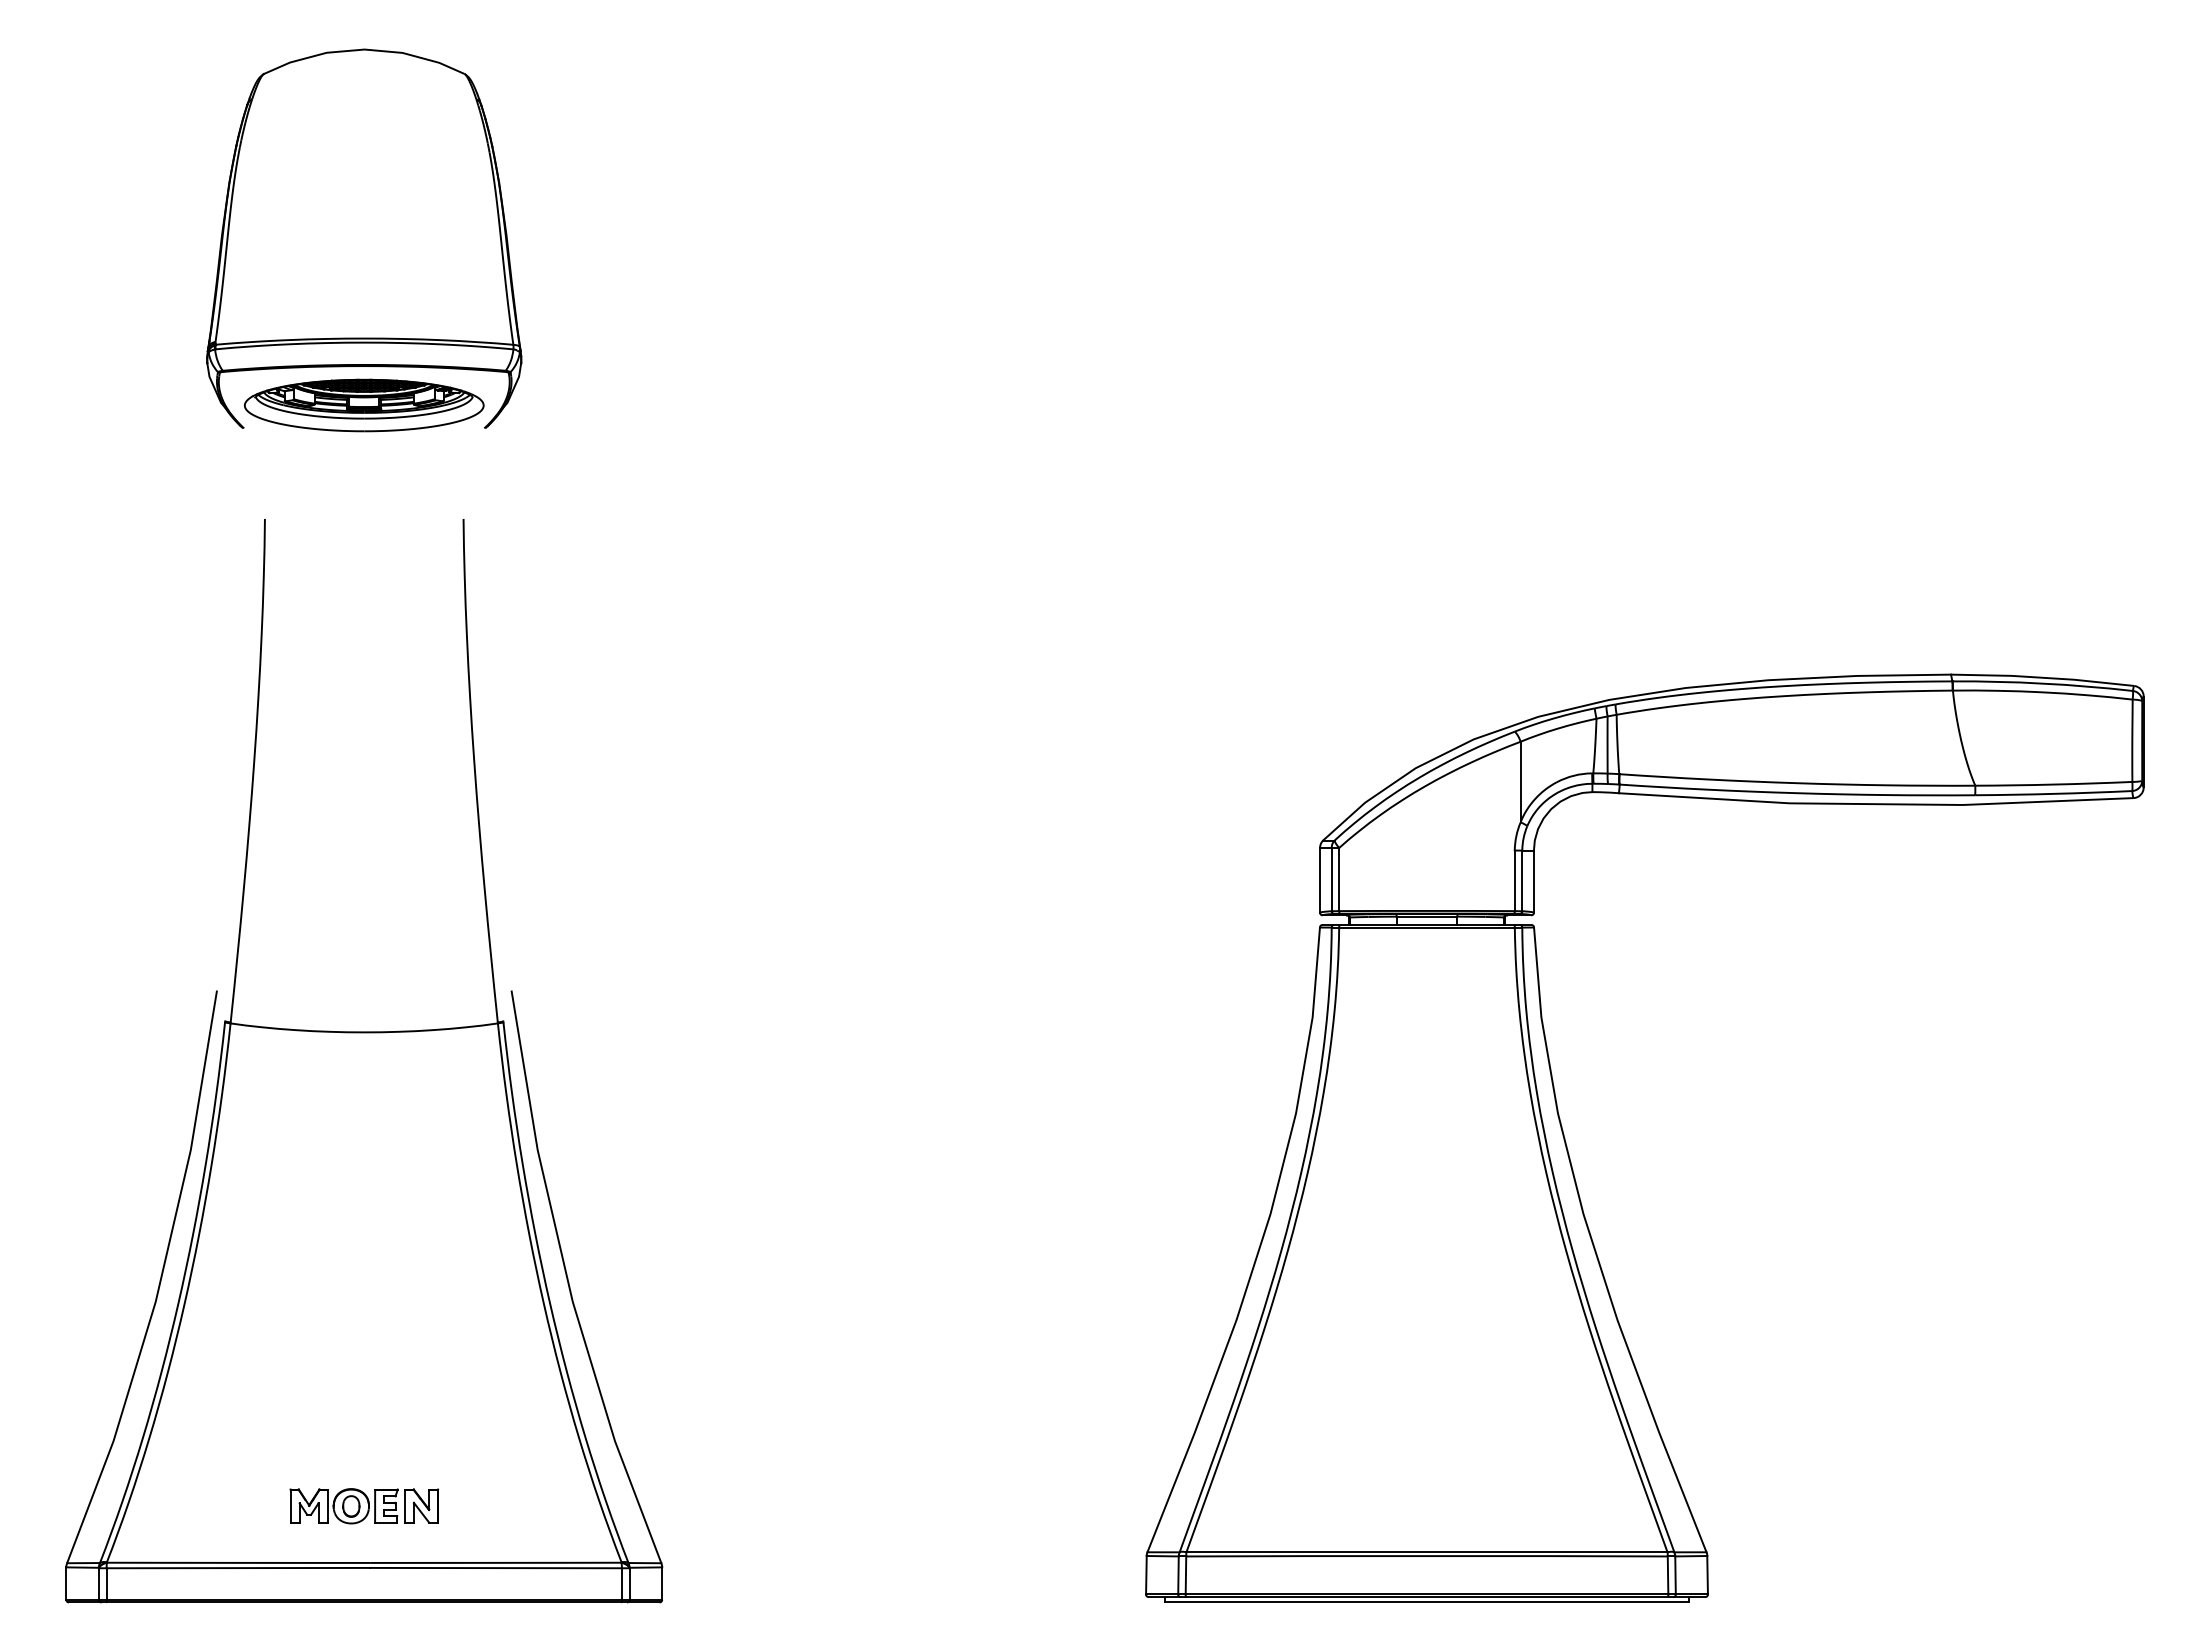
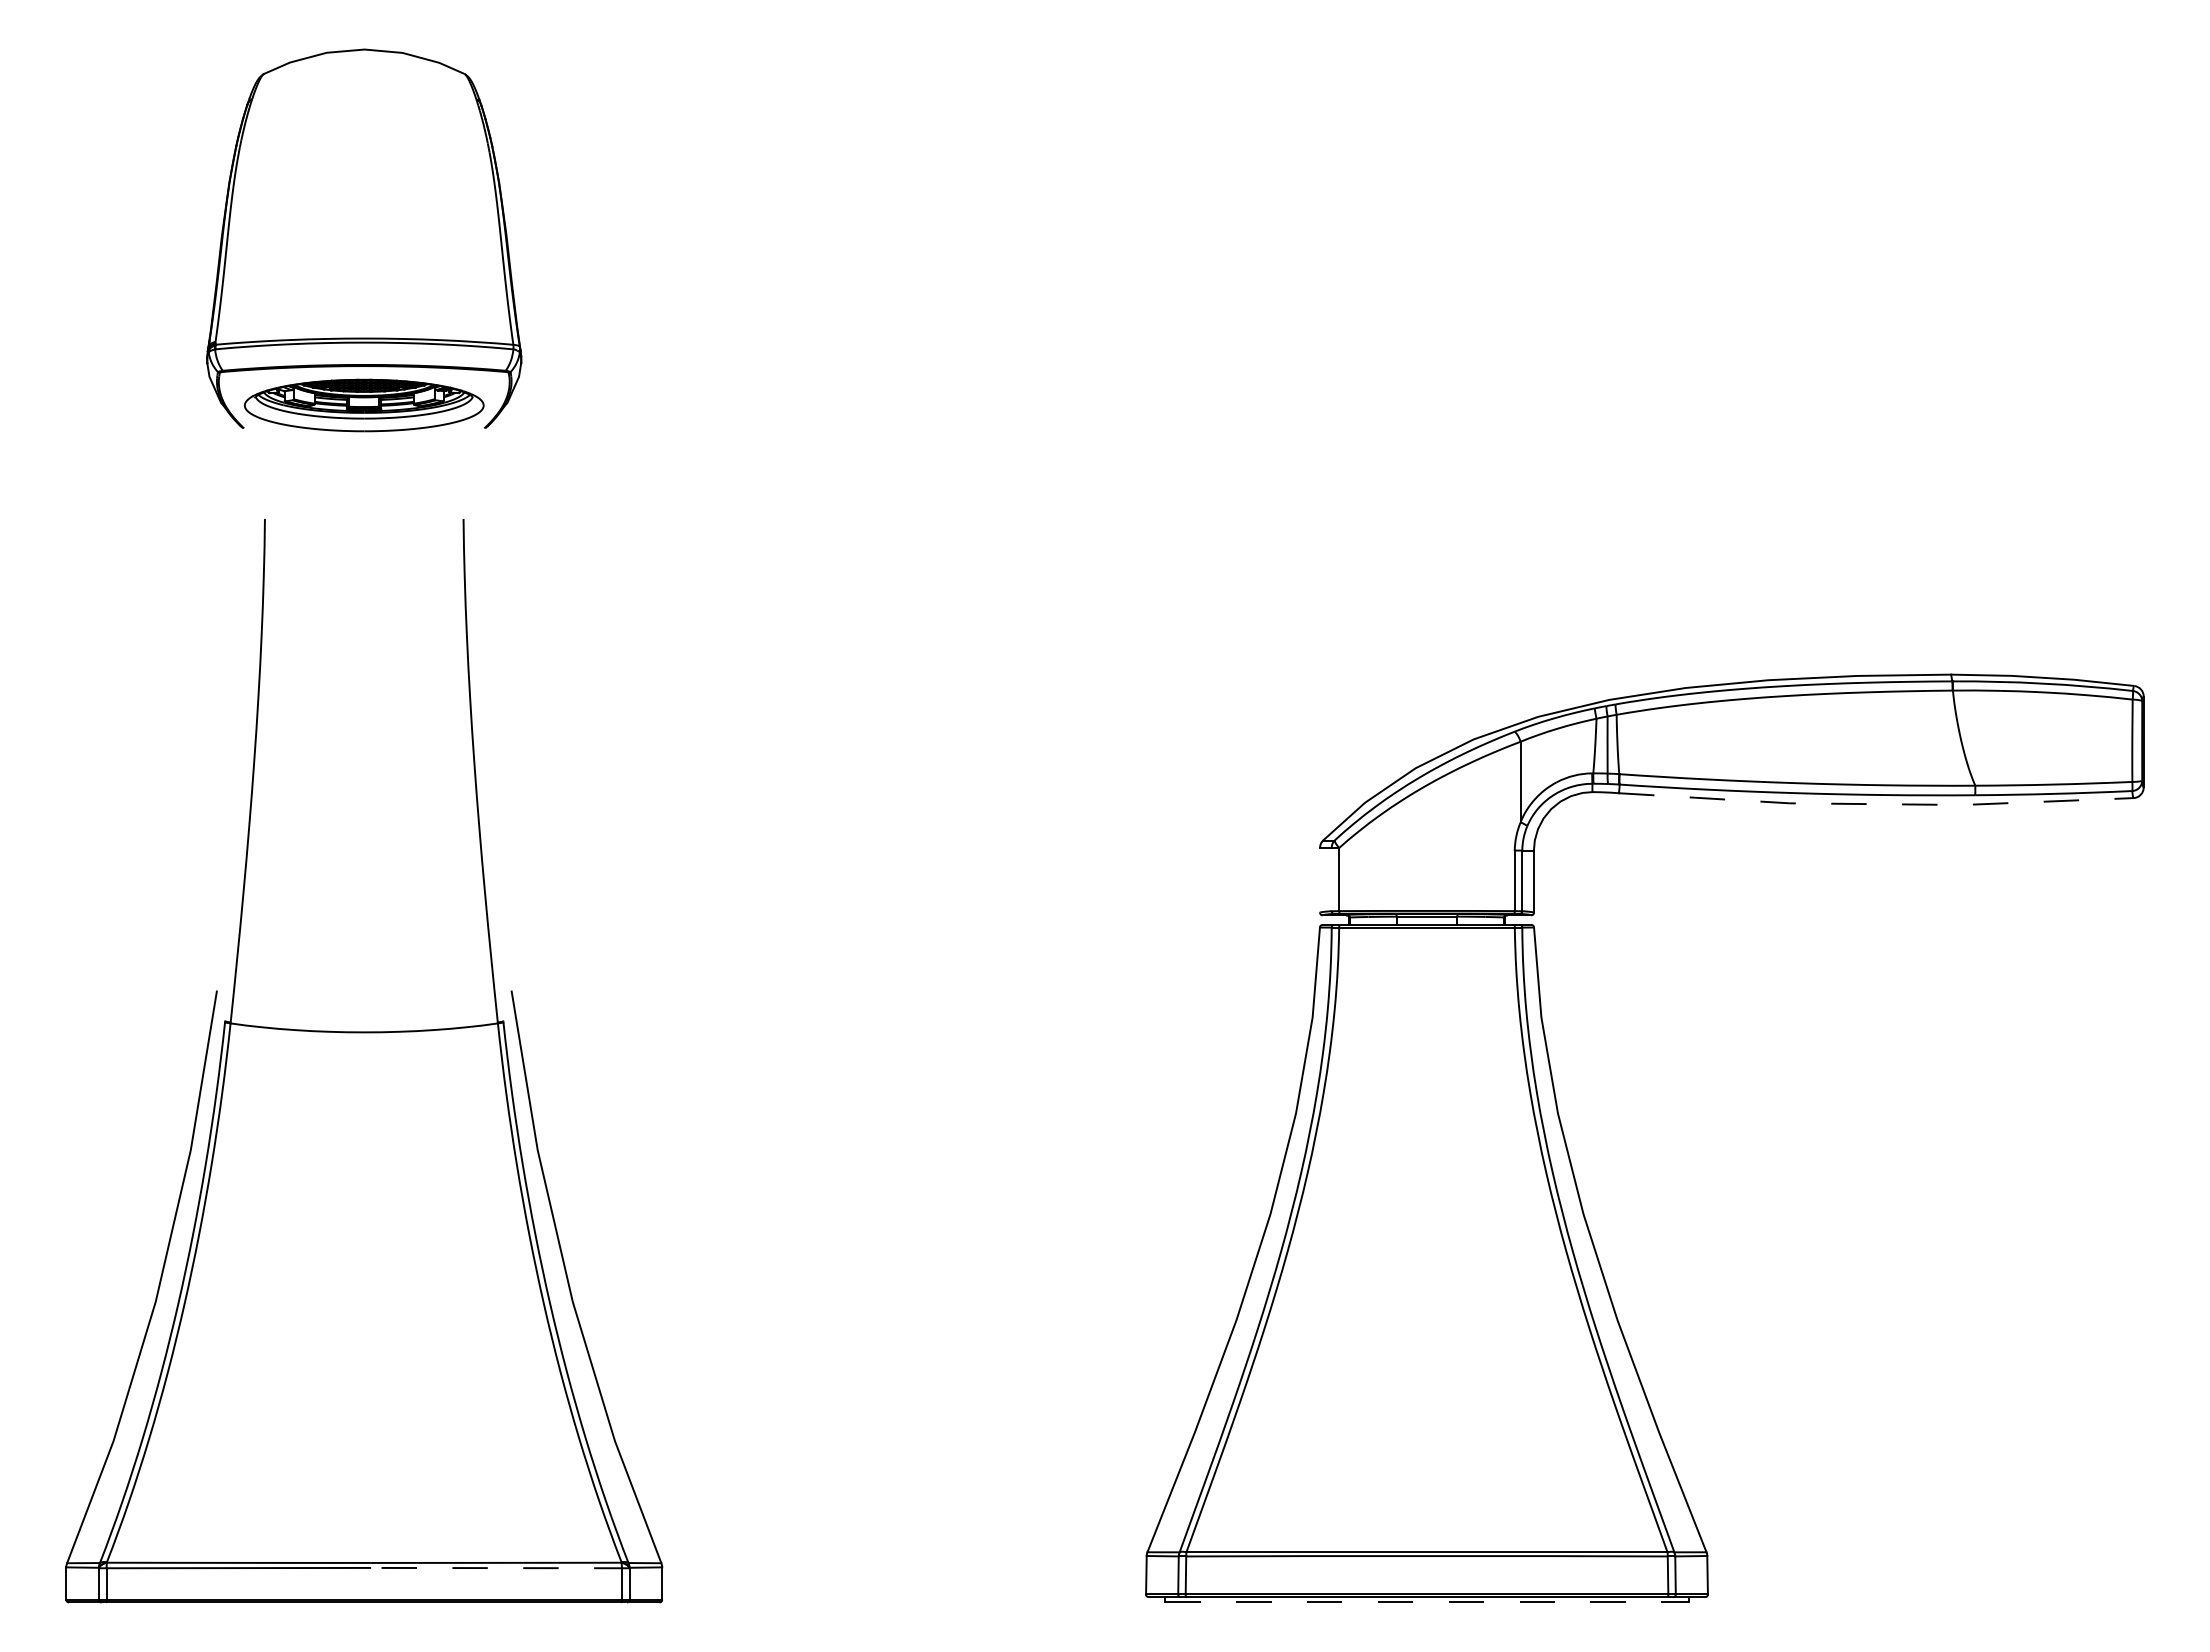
line at (1876, 804): solid -> dashed
line at (1320, 879): present -> none
line at (1331, 879): present -> none
part at (364, 1506): present -> none
line at (499, 1568): solid -> dashed
line at (1427, 1602): solid -> dashed
